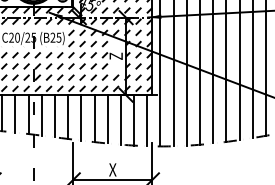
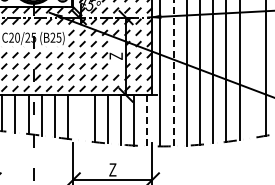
line at (252, 70): present -> none
line at (173, 73): solid -> dashed
line at (81, 117): present -> none
line at (147, 120): solid -> dashed
text at (112, 169): X -> Z
